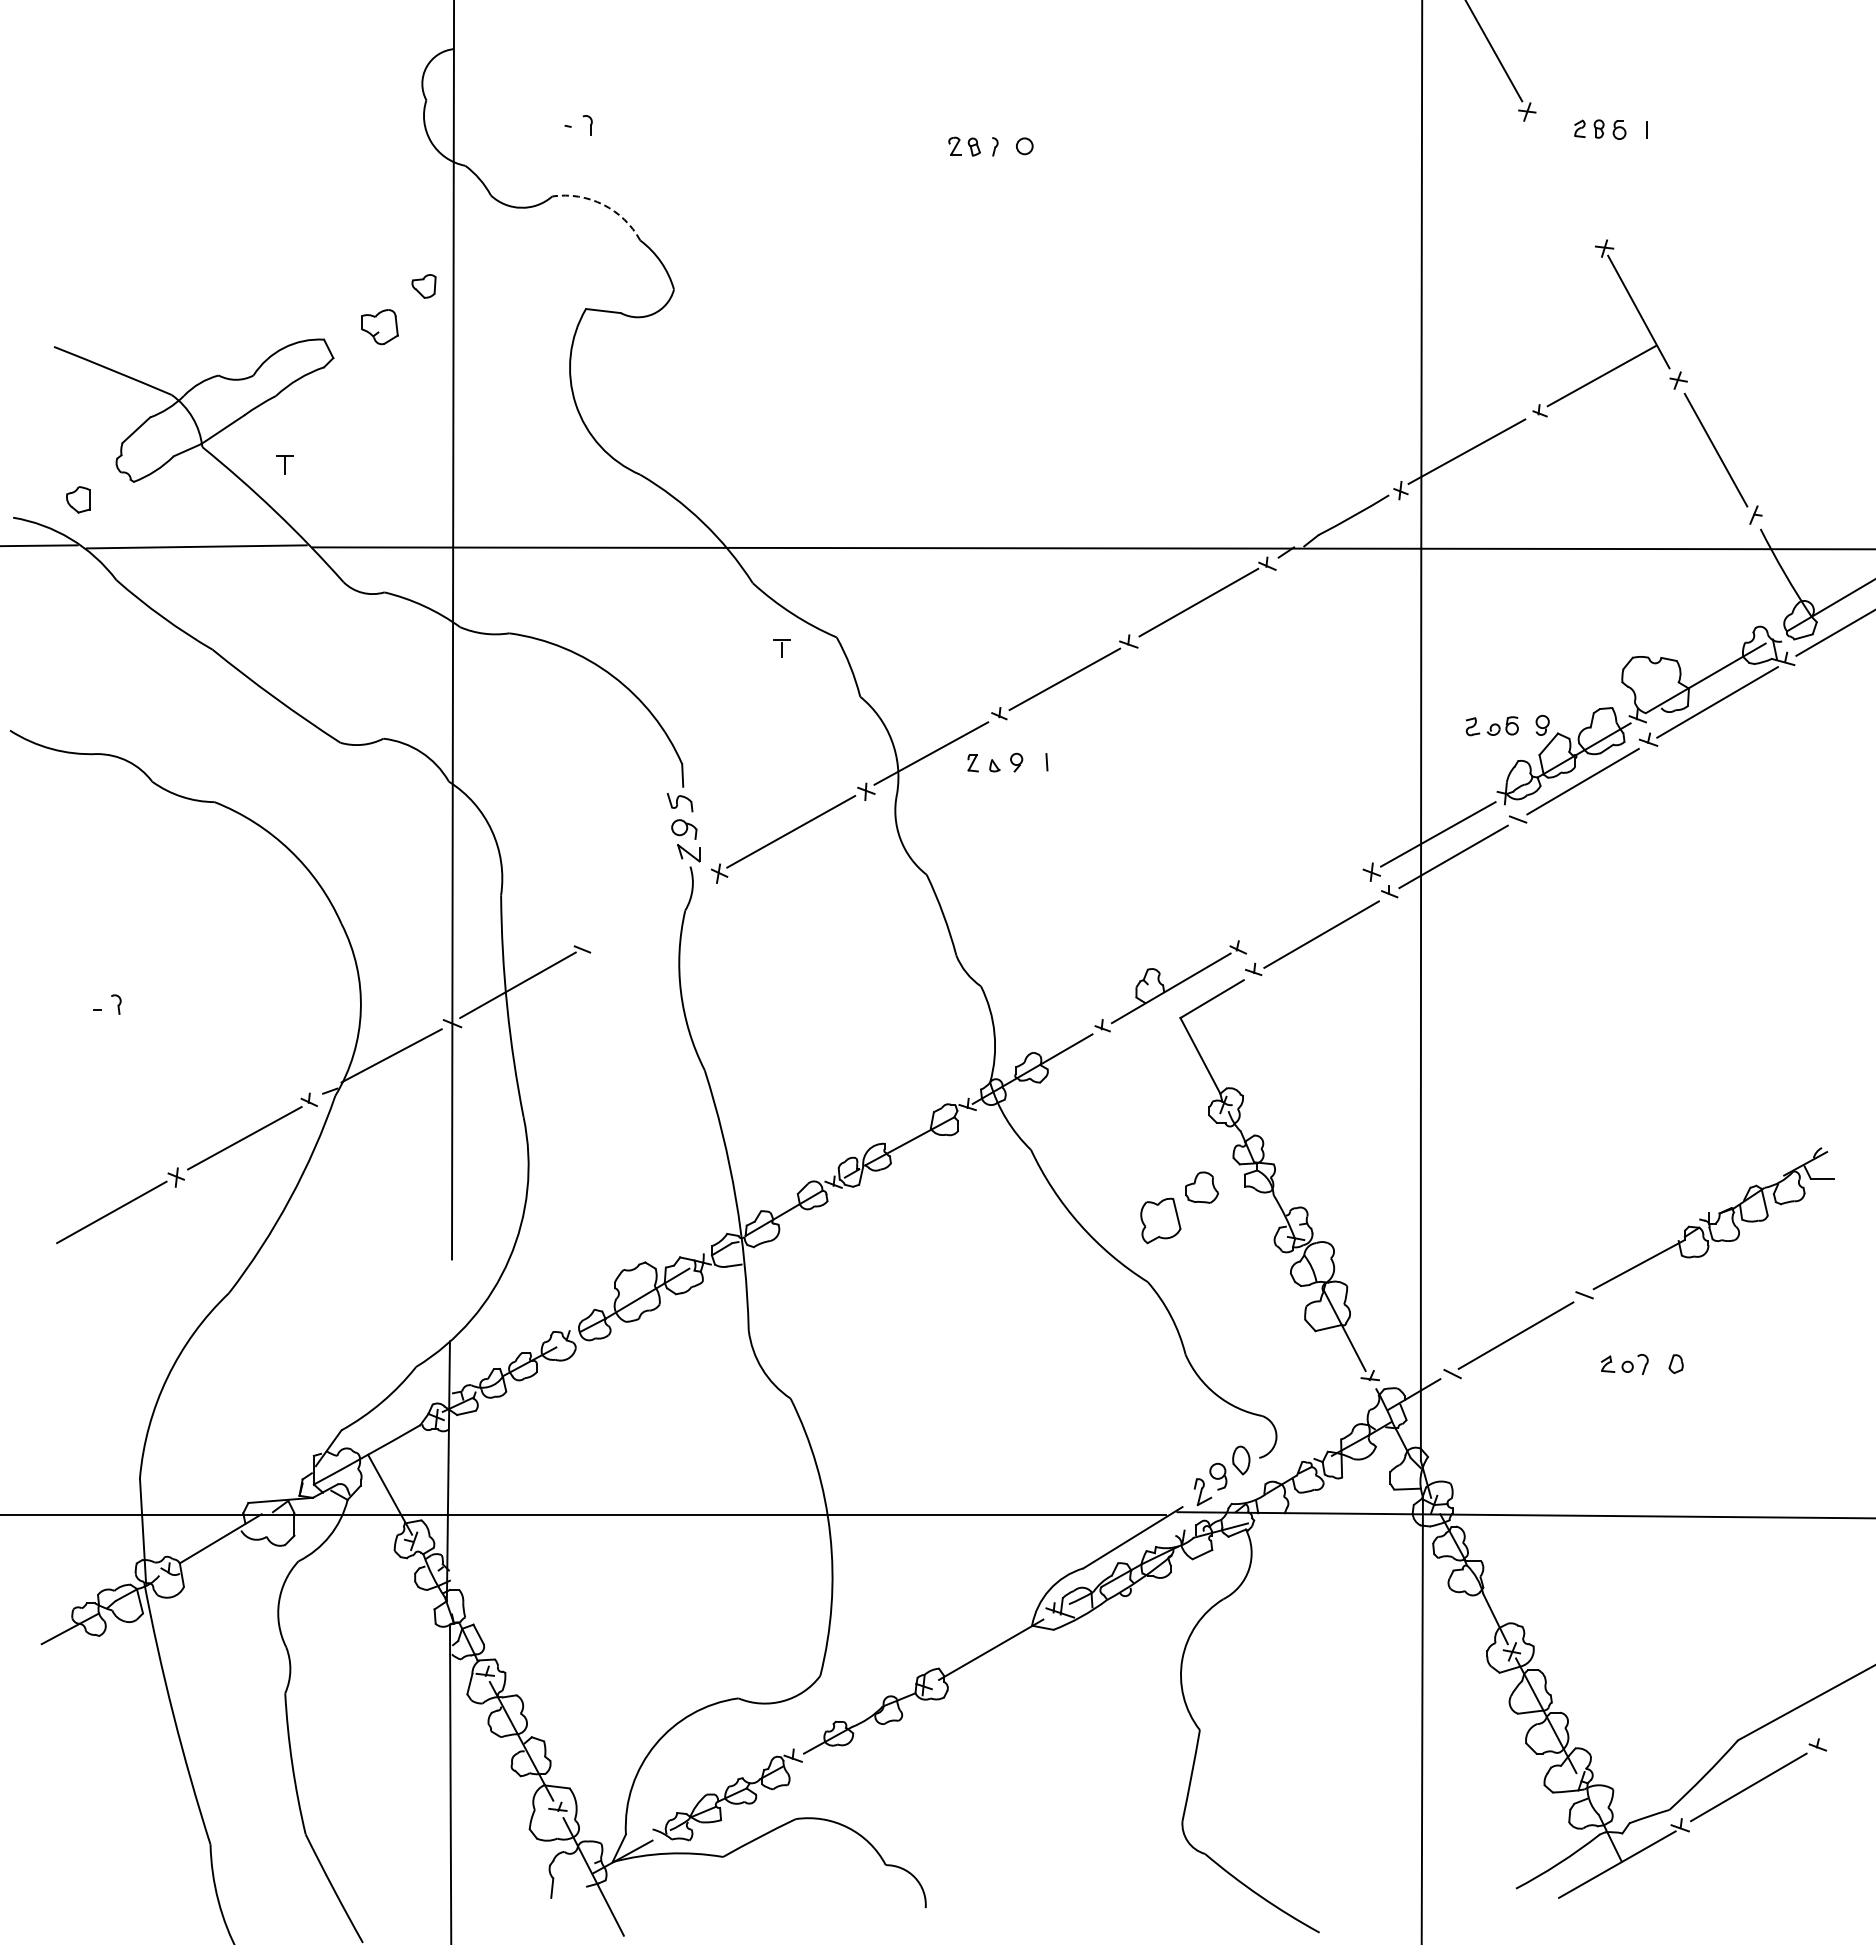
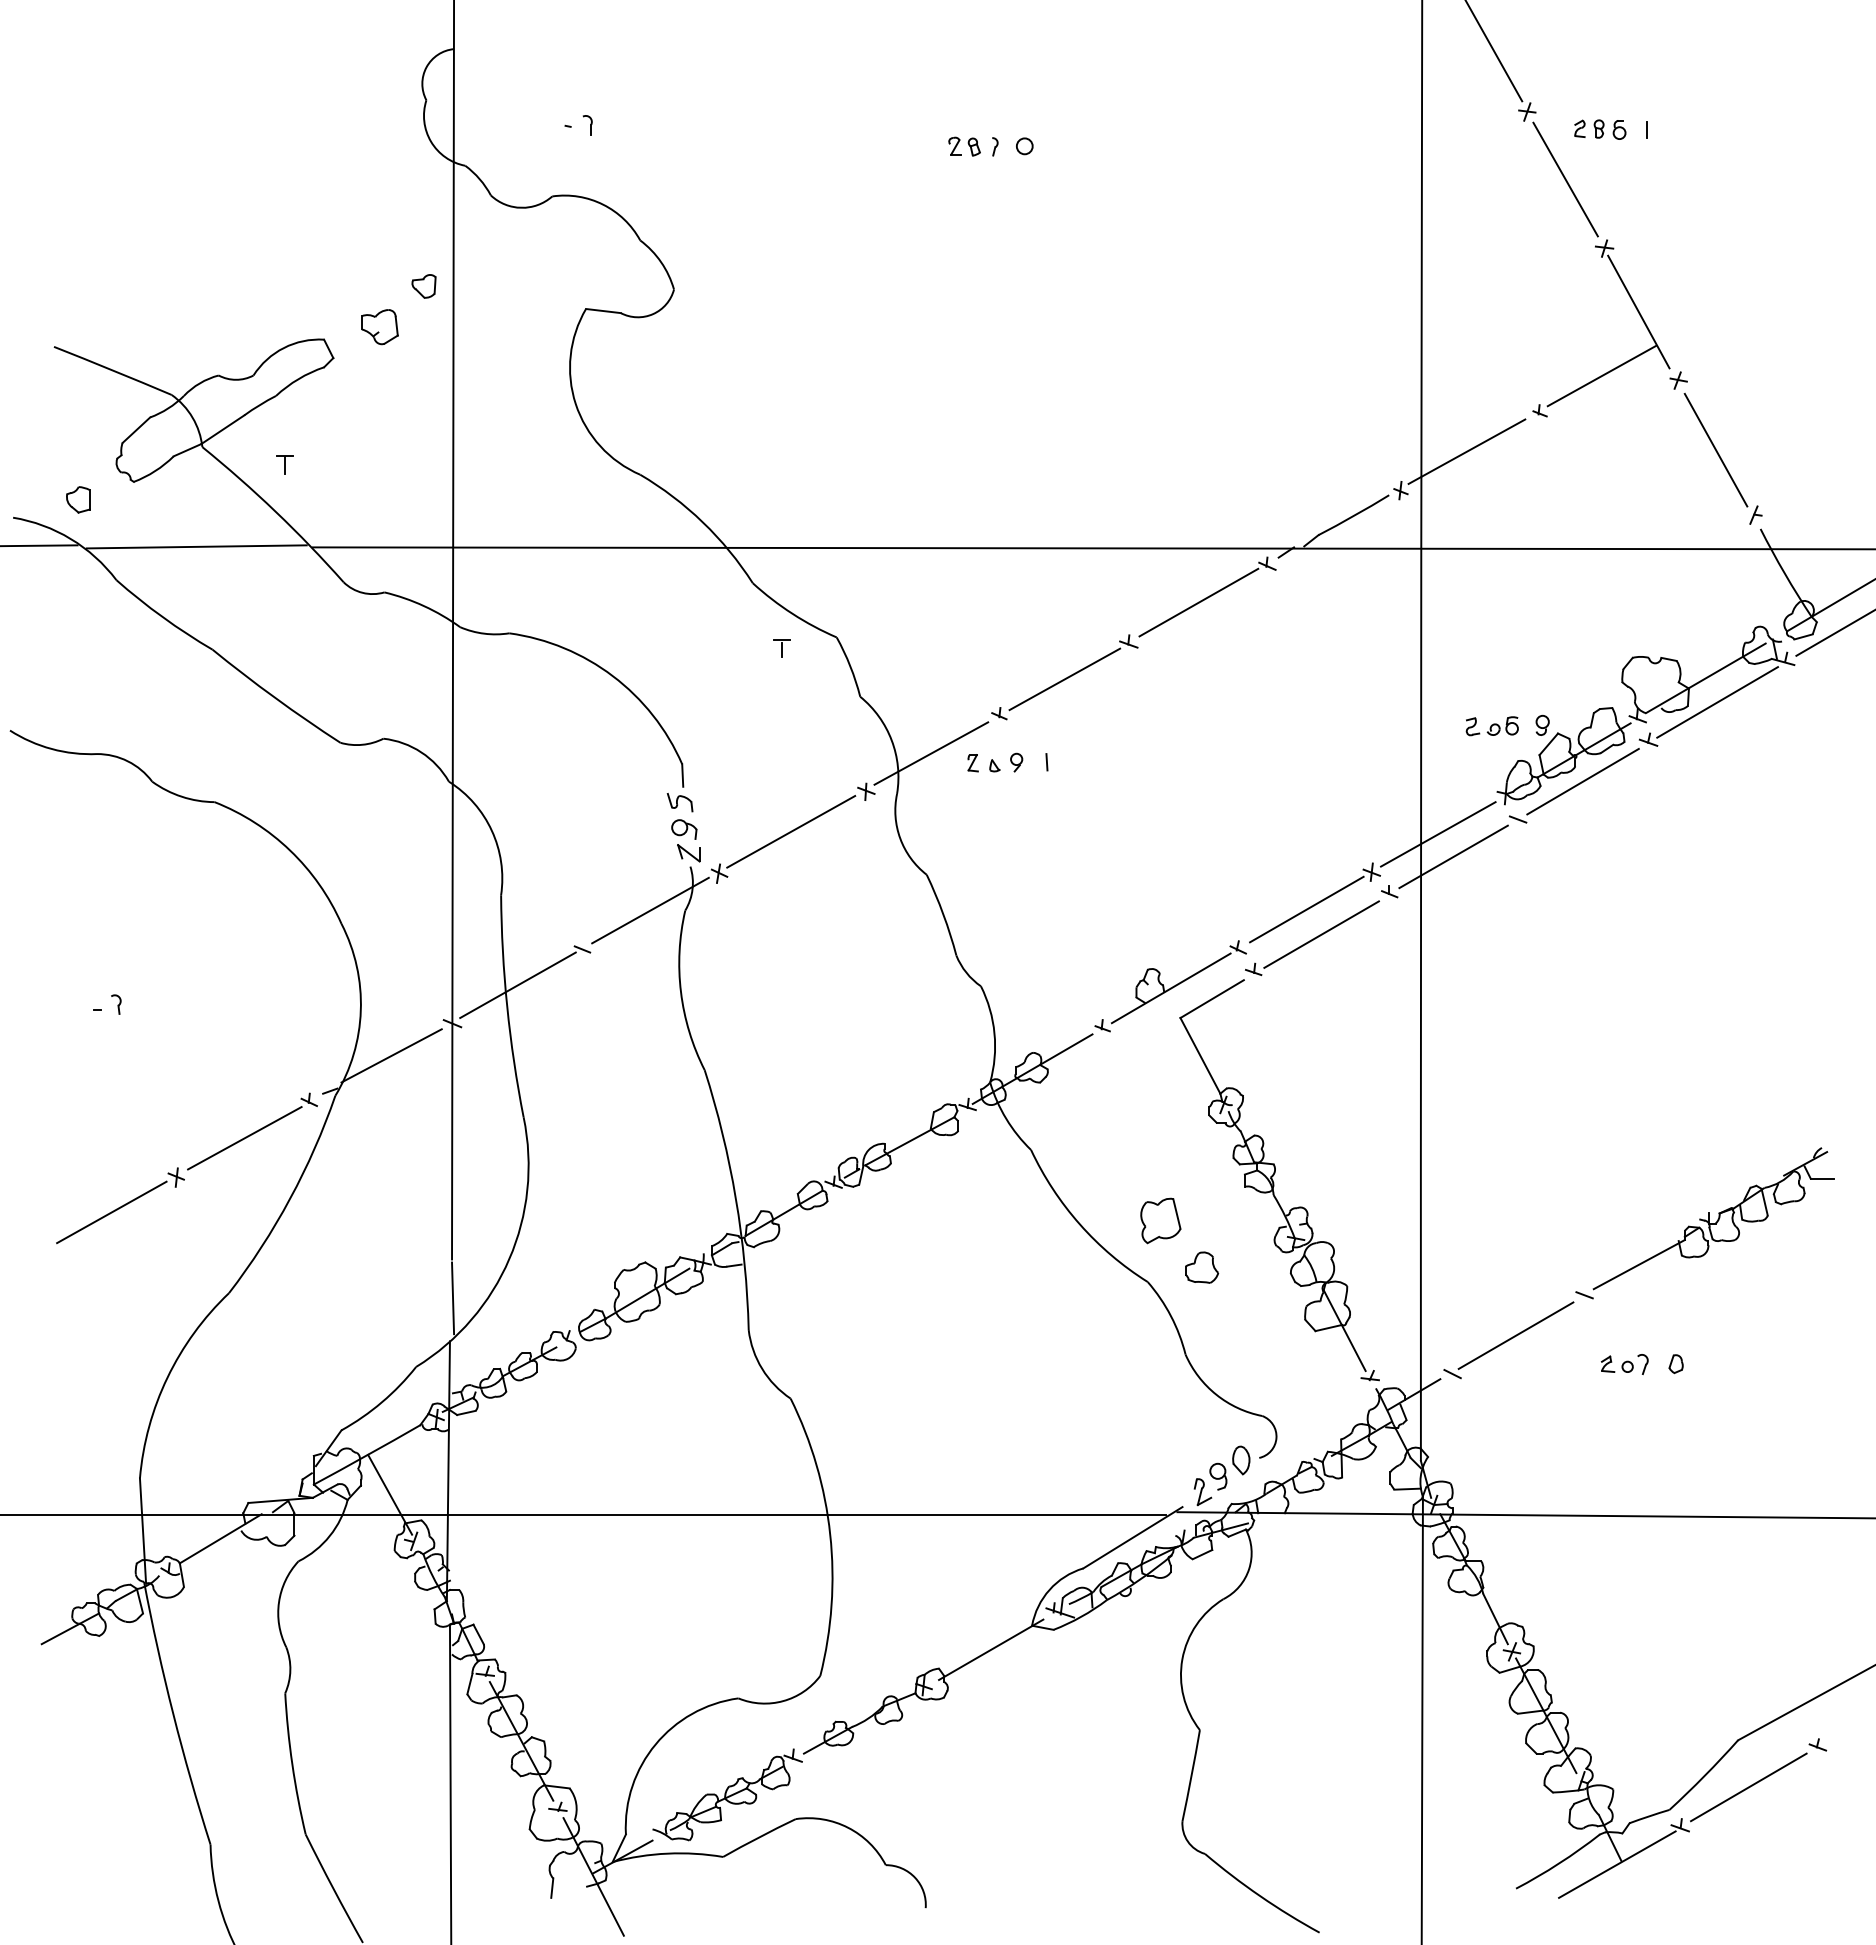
line at (1565, 179): none -> present
arc at (603, 204): dashed -> solid
line at (1306, 909): none -> present
line at (650, 910): none -> present
part at (1202, 1187) position: (1202, 1187) -> (1202, 1267)
line at (453, 1298): none -> present
